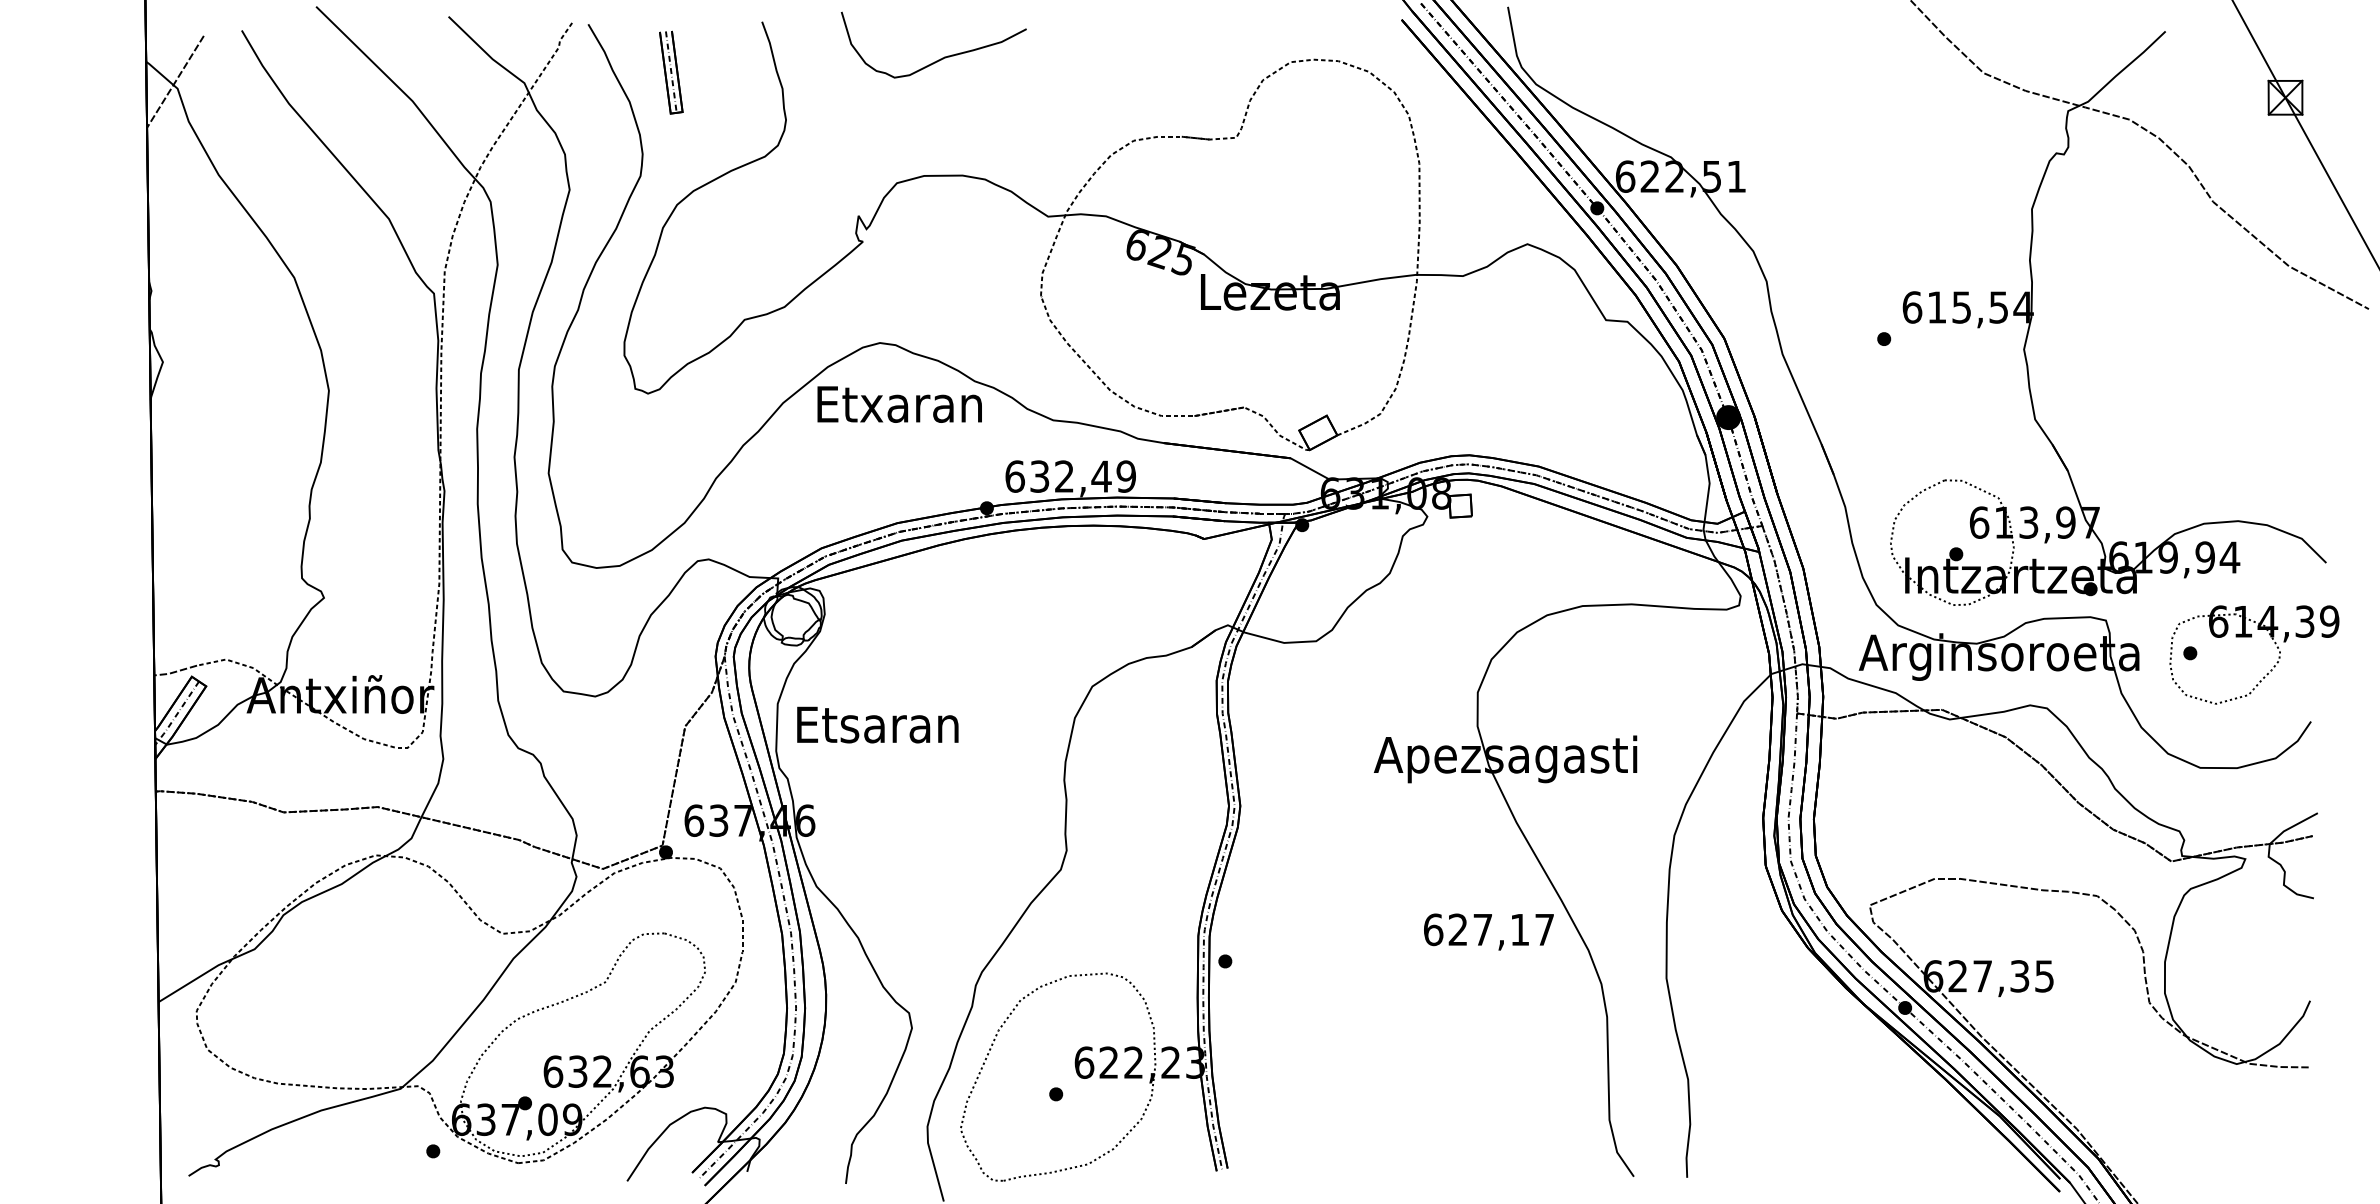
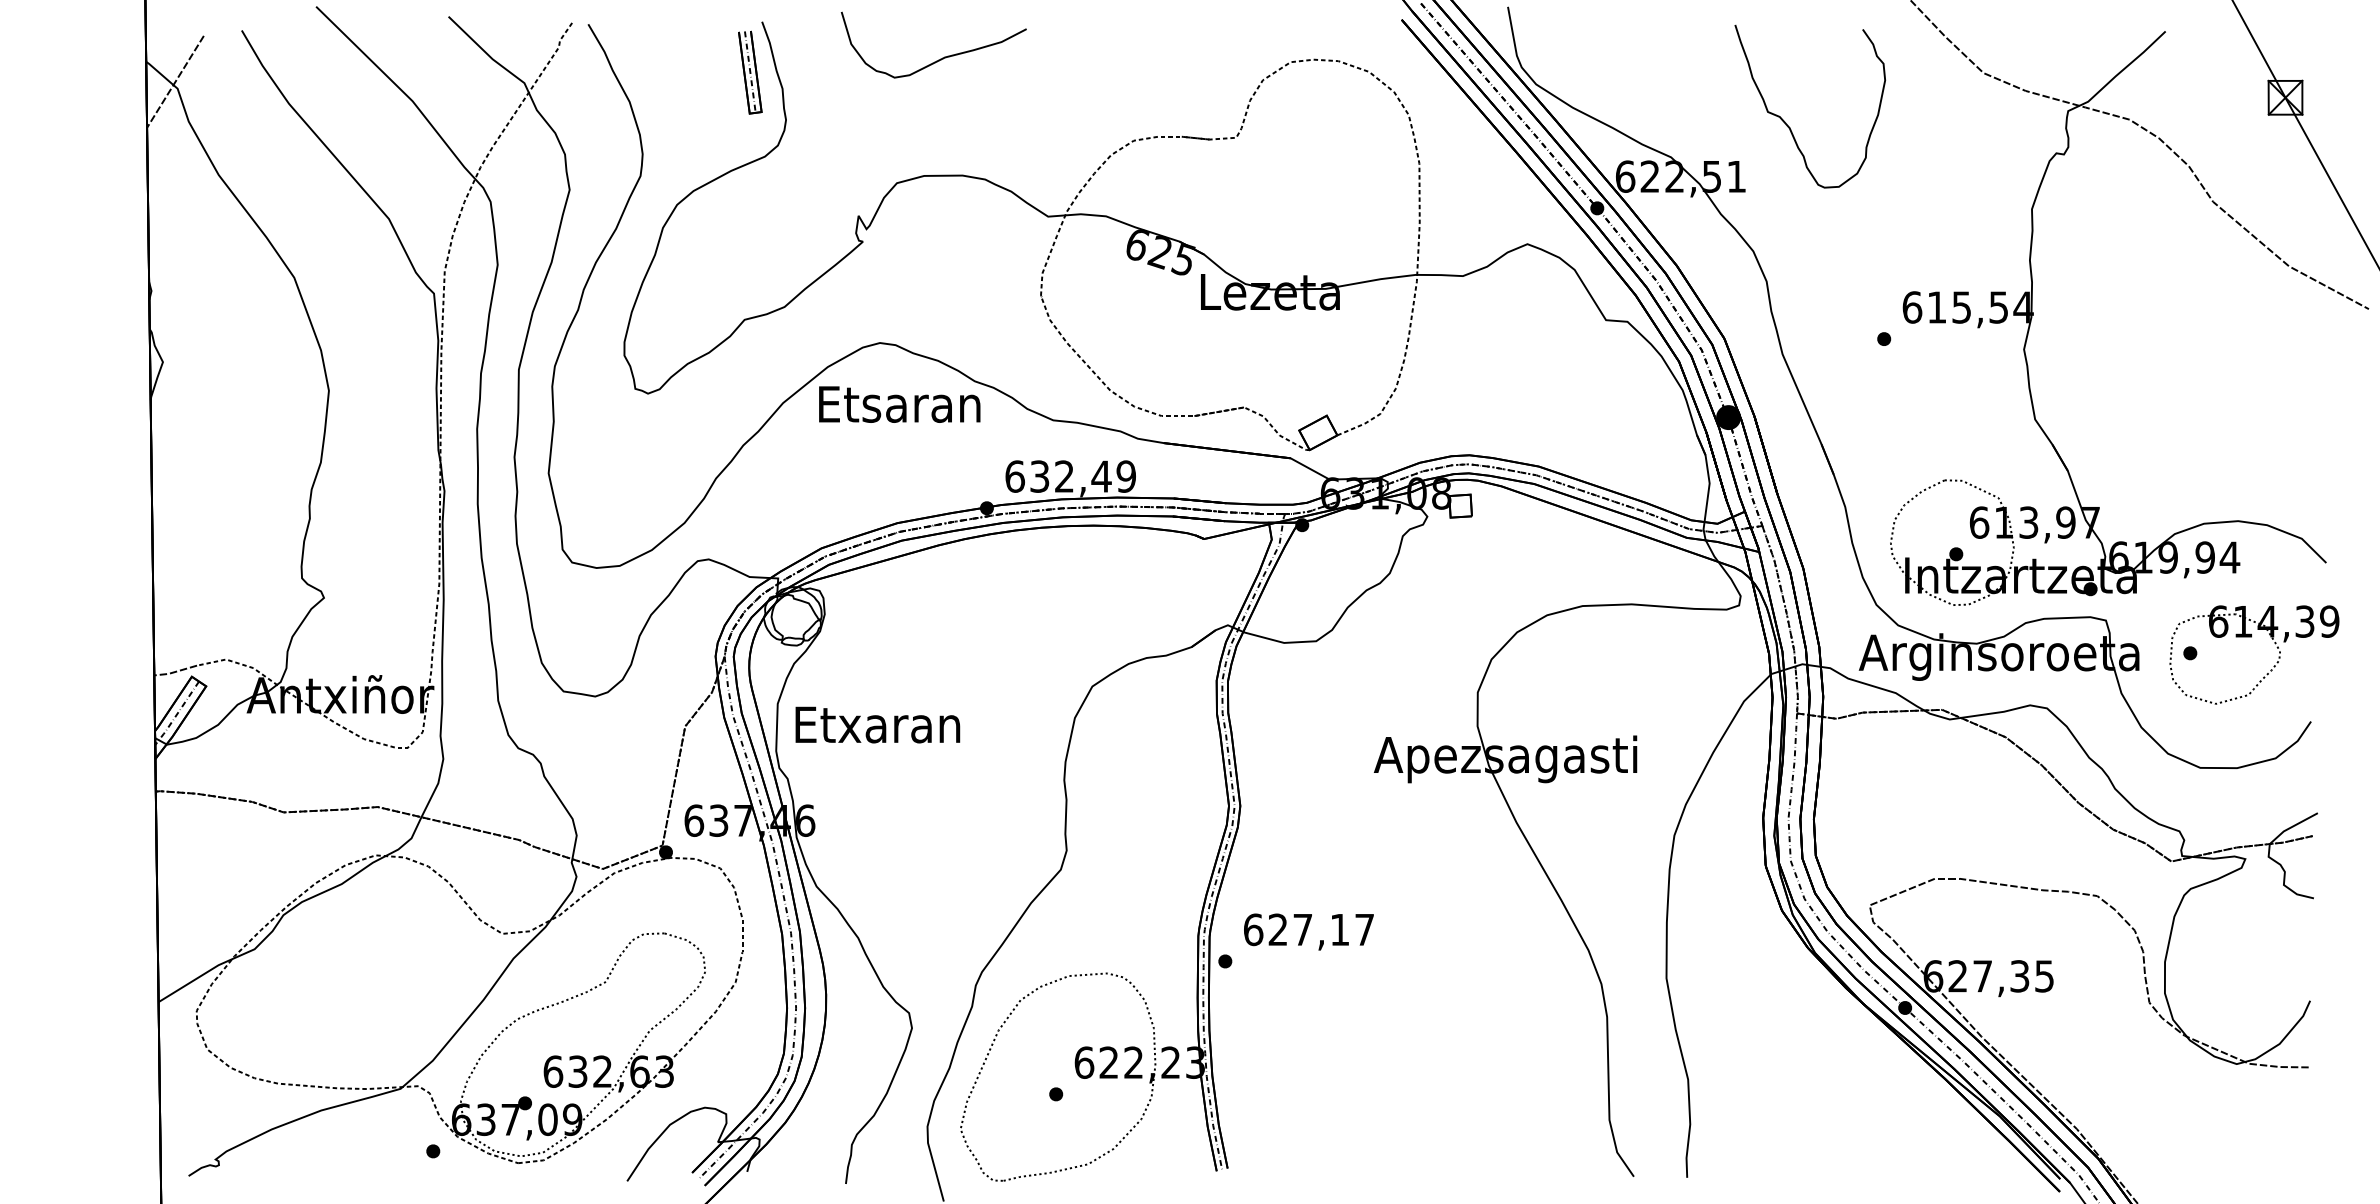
part at (671, 72) position: (671, 72) -> (750, 72)
curve at (1789, 126): none -> present
text at (899, 404): Etxaran -> Etsaran
text at (877, 724): Etsaran -> Etxaran
text at (1488, 931) position: (1488, 931) -> (1308, 931)
